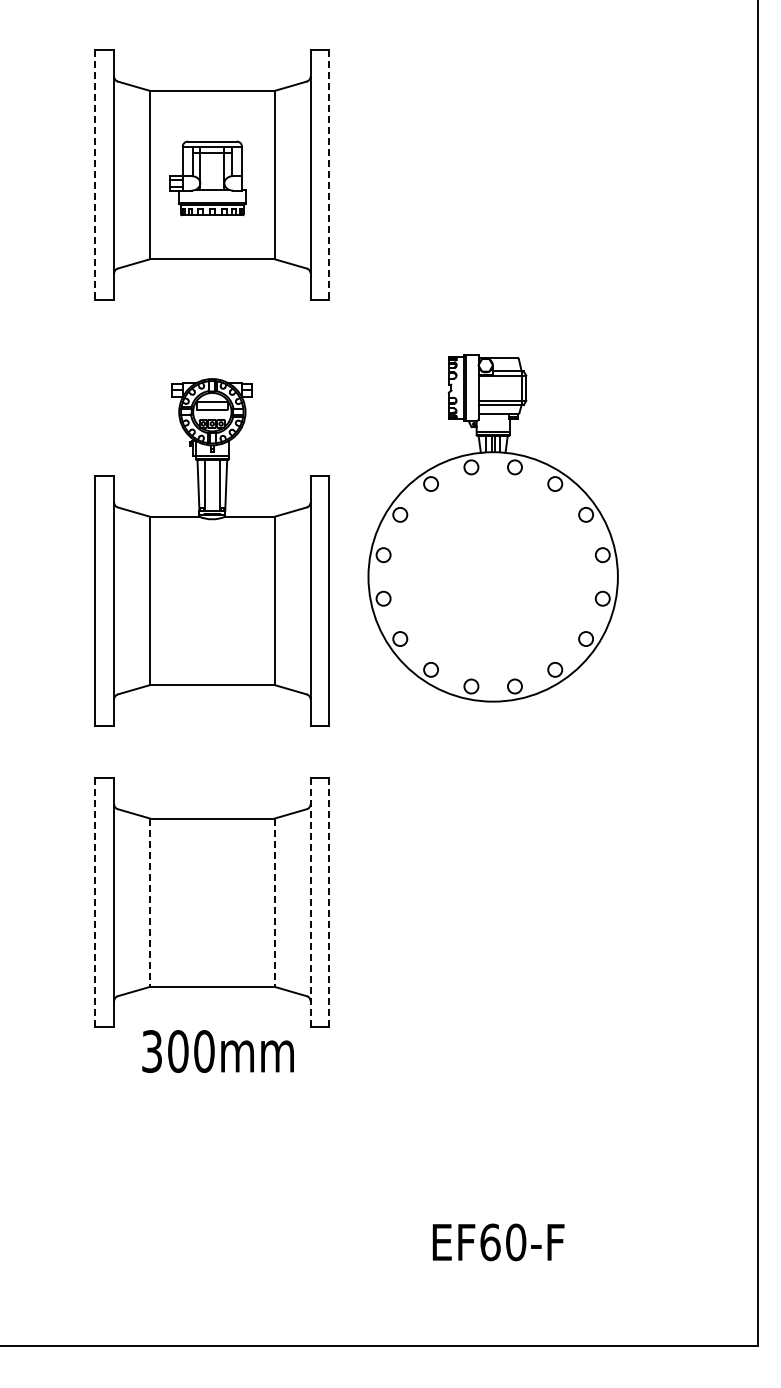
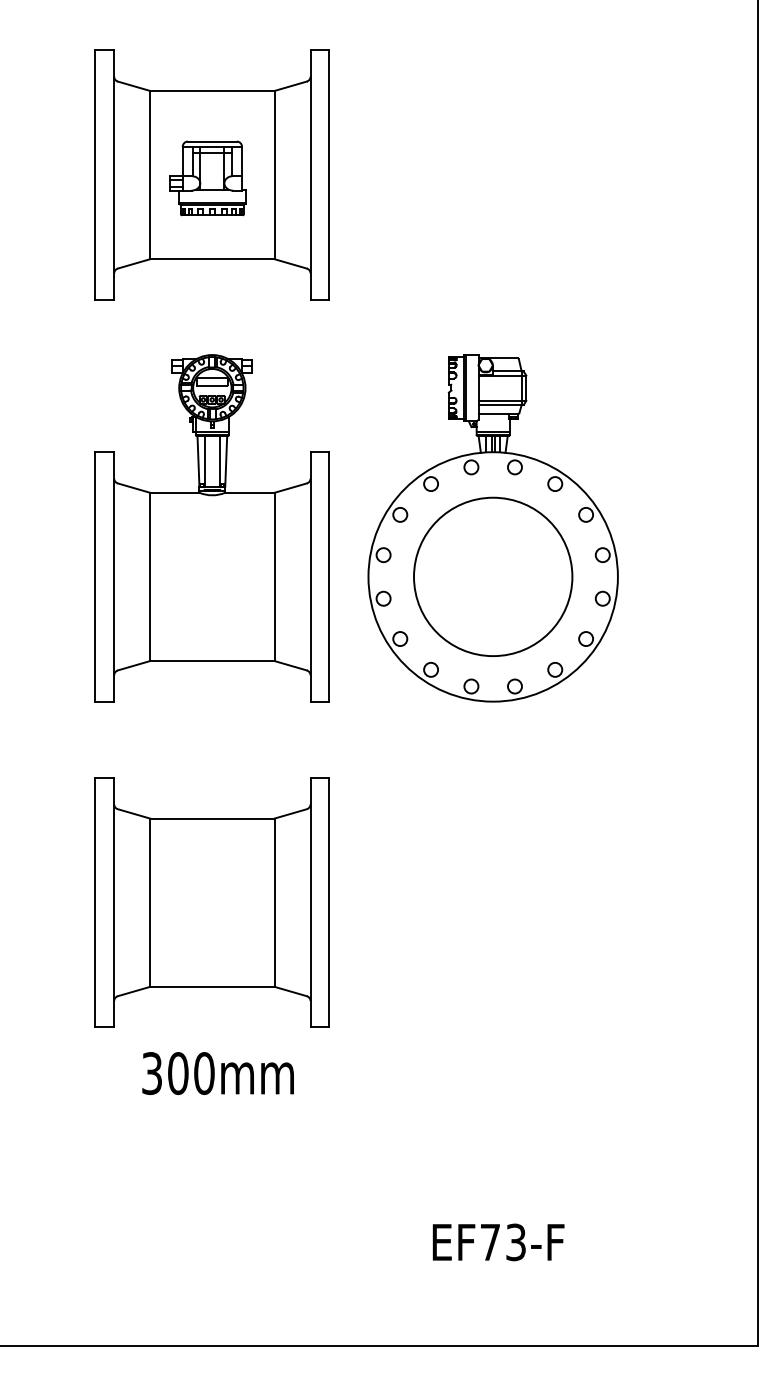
line at (95, 175): dashed -> solid
line at (329, 175): dashed -> solid
part at (211, 552) position: (211, 552) -> (211, 528)
circle at (493, 576): none -> present
line at (95, 902): dashed -> solid
line at (310, 902): dashed -> solid
line at (329, 902): dashed -> solid
line at (150, 903): dashed -> solid
line at (274, 903): dashed -> solid
text at (217, 1051) position: (217, 1051) -> (217, 1073)
text at (503, 1242): EF60-F -> EF73-F
